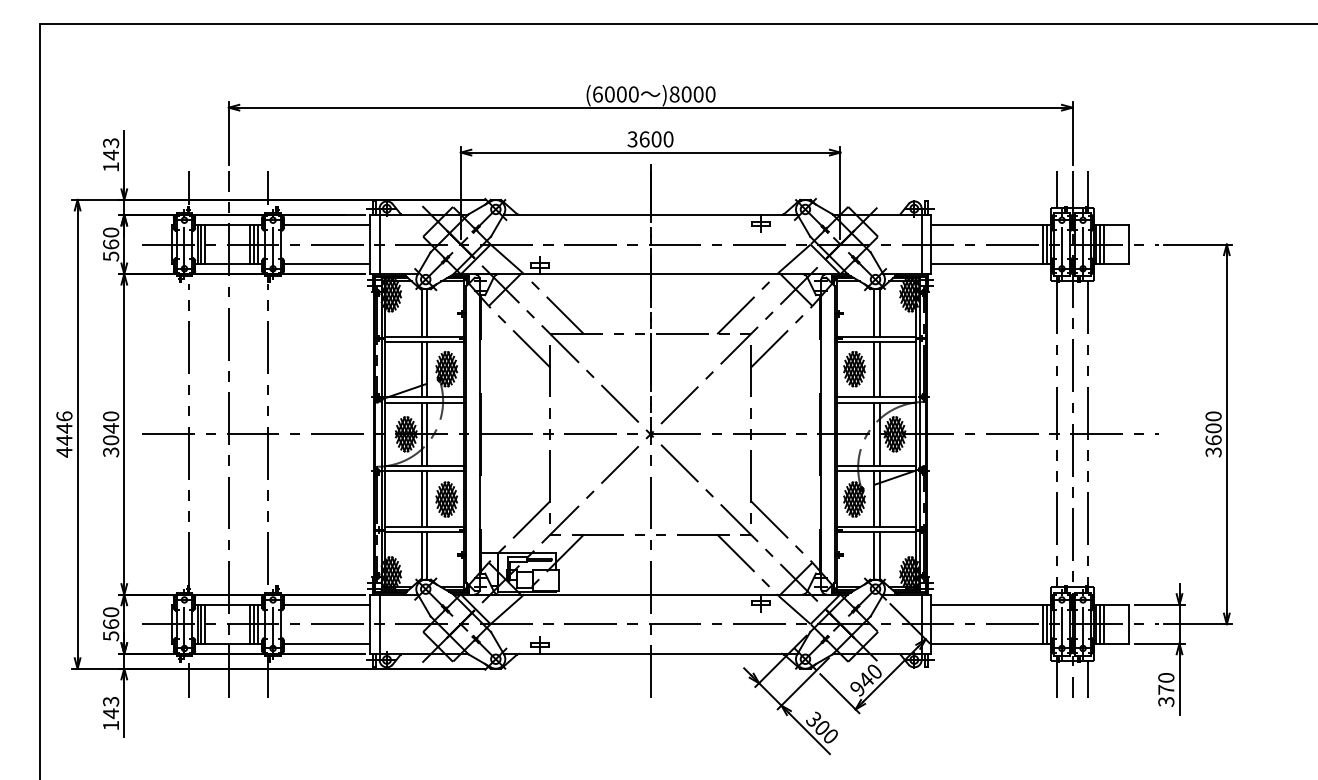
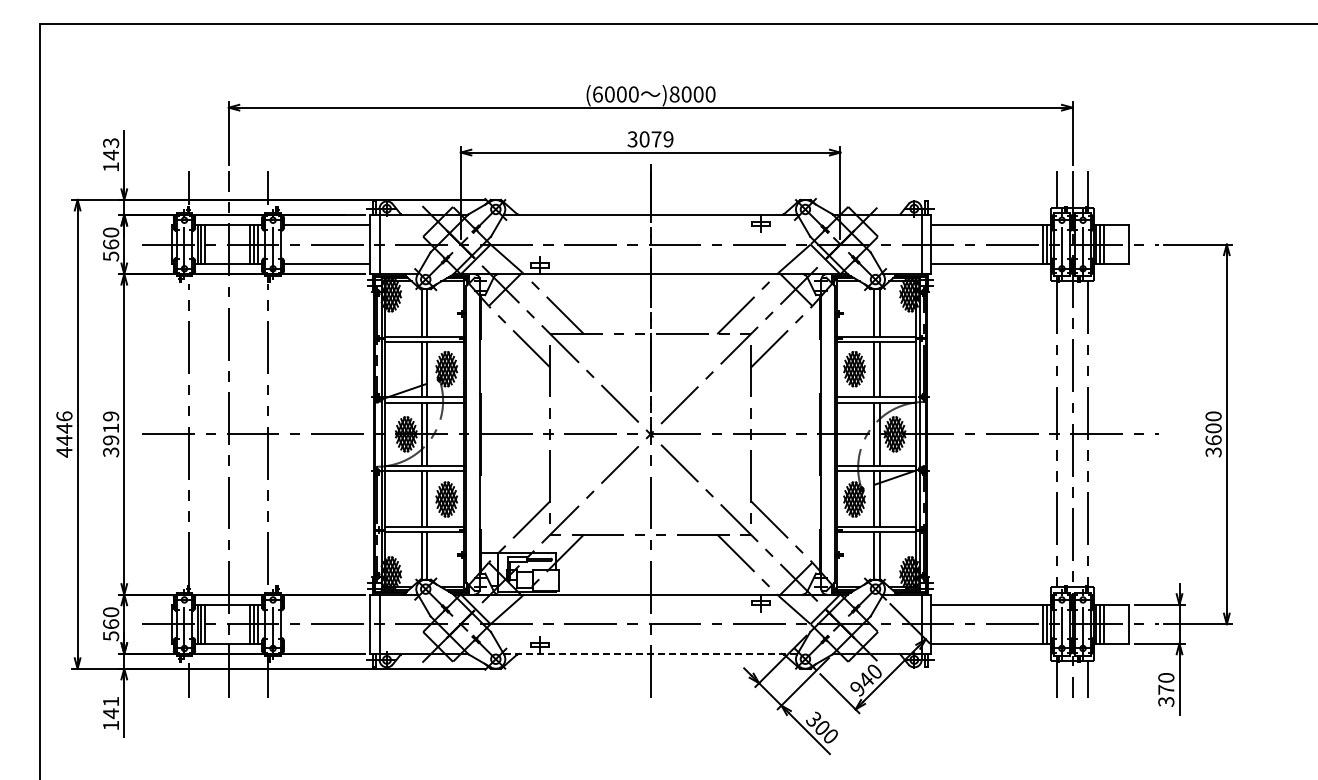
text at (656, 139): 3600 -> 3079
text at (111, 428): 3040 -> 3919
line at (327, 604): present -> none
line at (327, 643): present -> none
line at (651, 653): solid -> dashed
text at (111, 701): 143 -> 141
